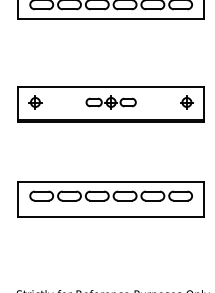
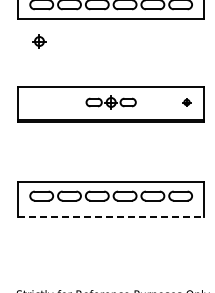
part at (35, 102) position: (35, 102) -> (39, 41)
part at (186, 102) size: 14x15 px -> 10x9 px
line at (111, 216): solid -> dashed
